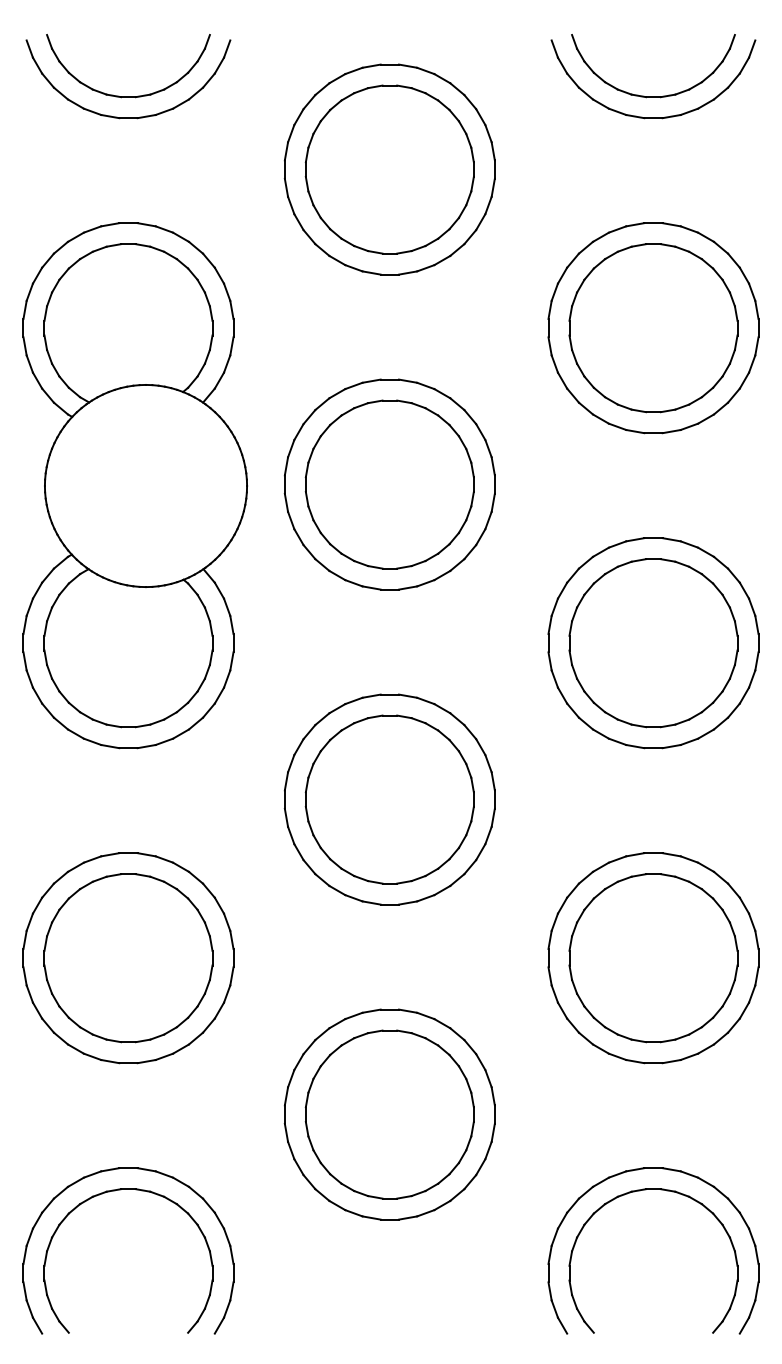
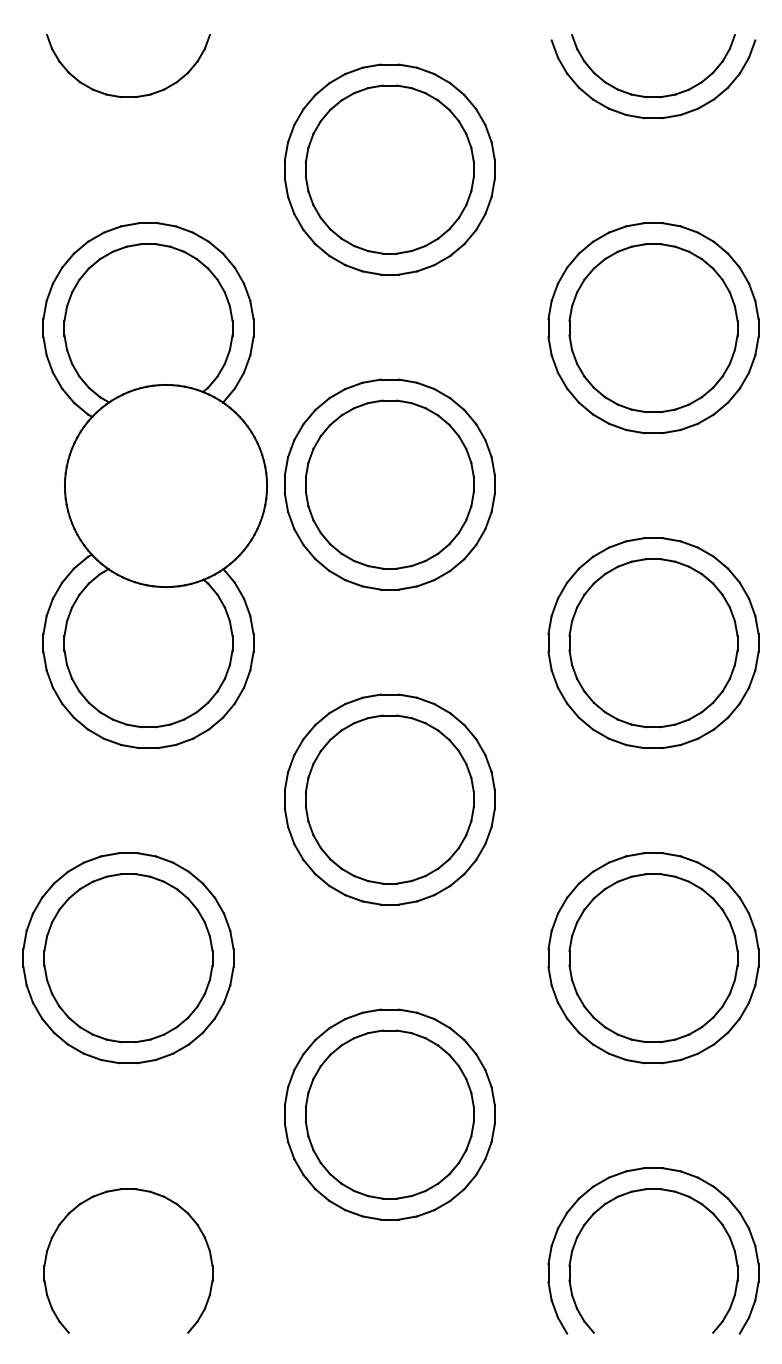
part at (128, 117): present -> none
part at (134, 485) position: (134, 485) -> (154, 485)
part at (113, 1170): present -> none
